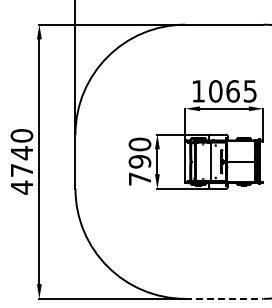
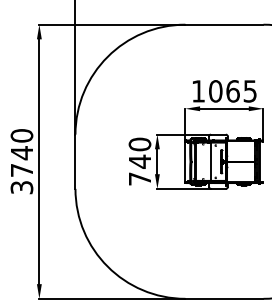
text at (139, 161): 790 -> 740
text at (21, 187): 4740 -> 3740
line at (224, 298): dashed -> solid
